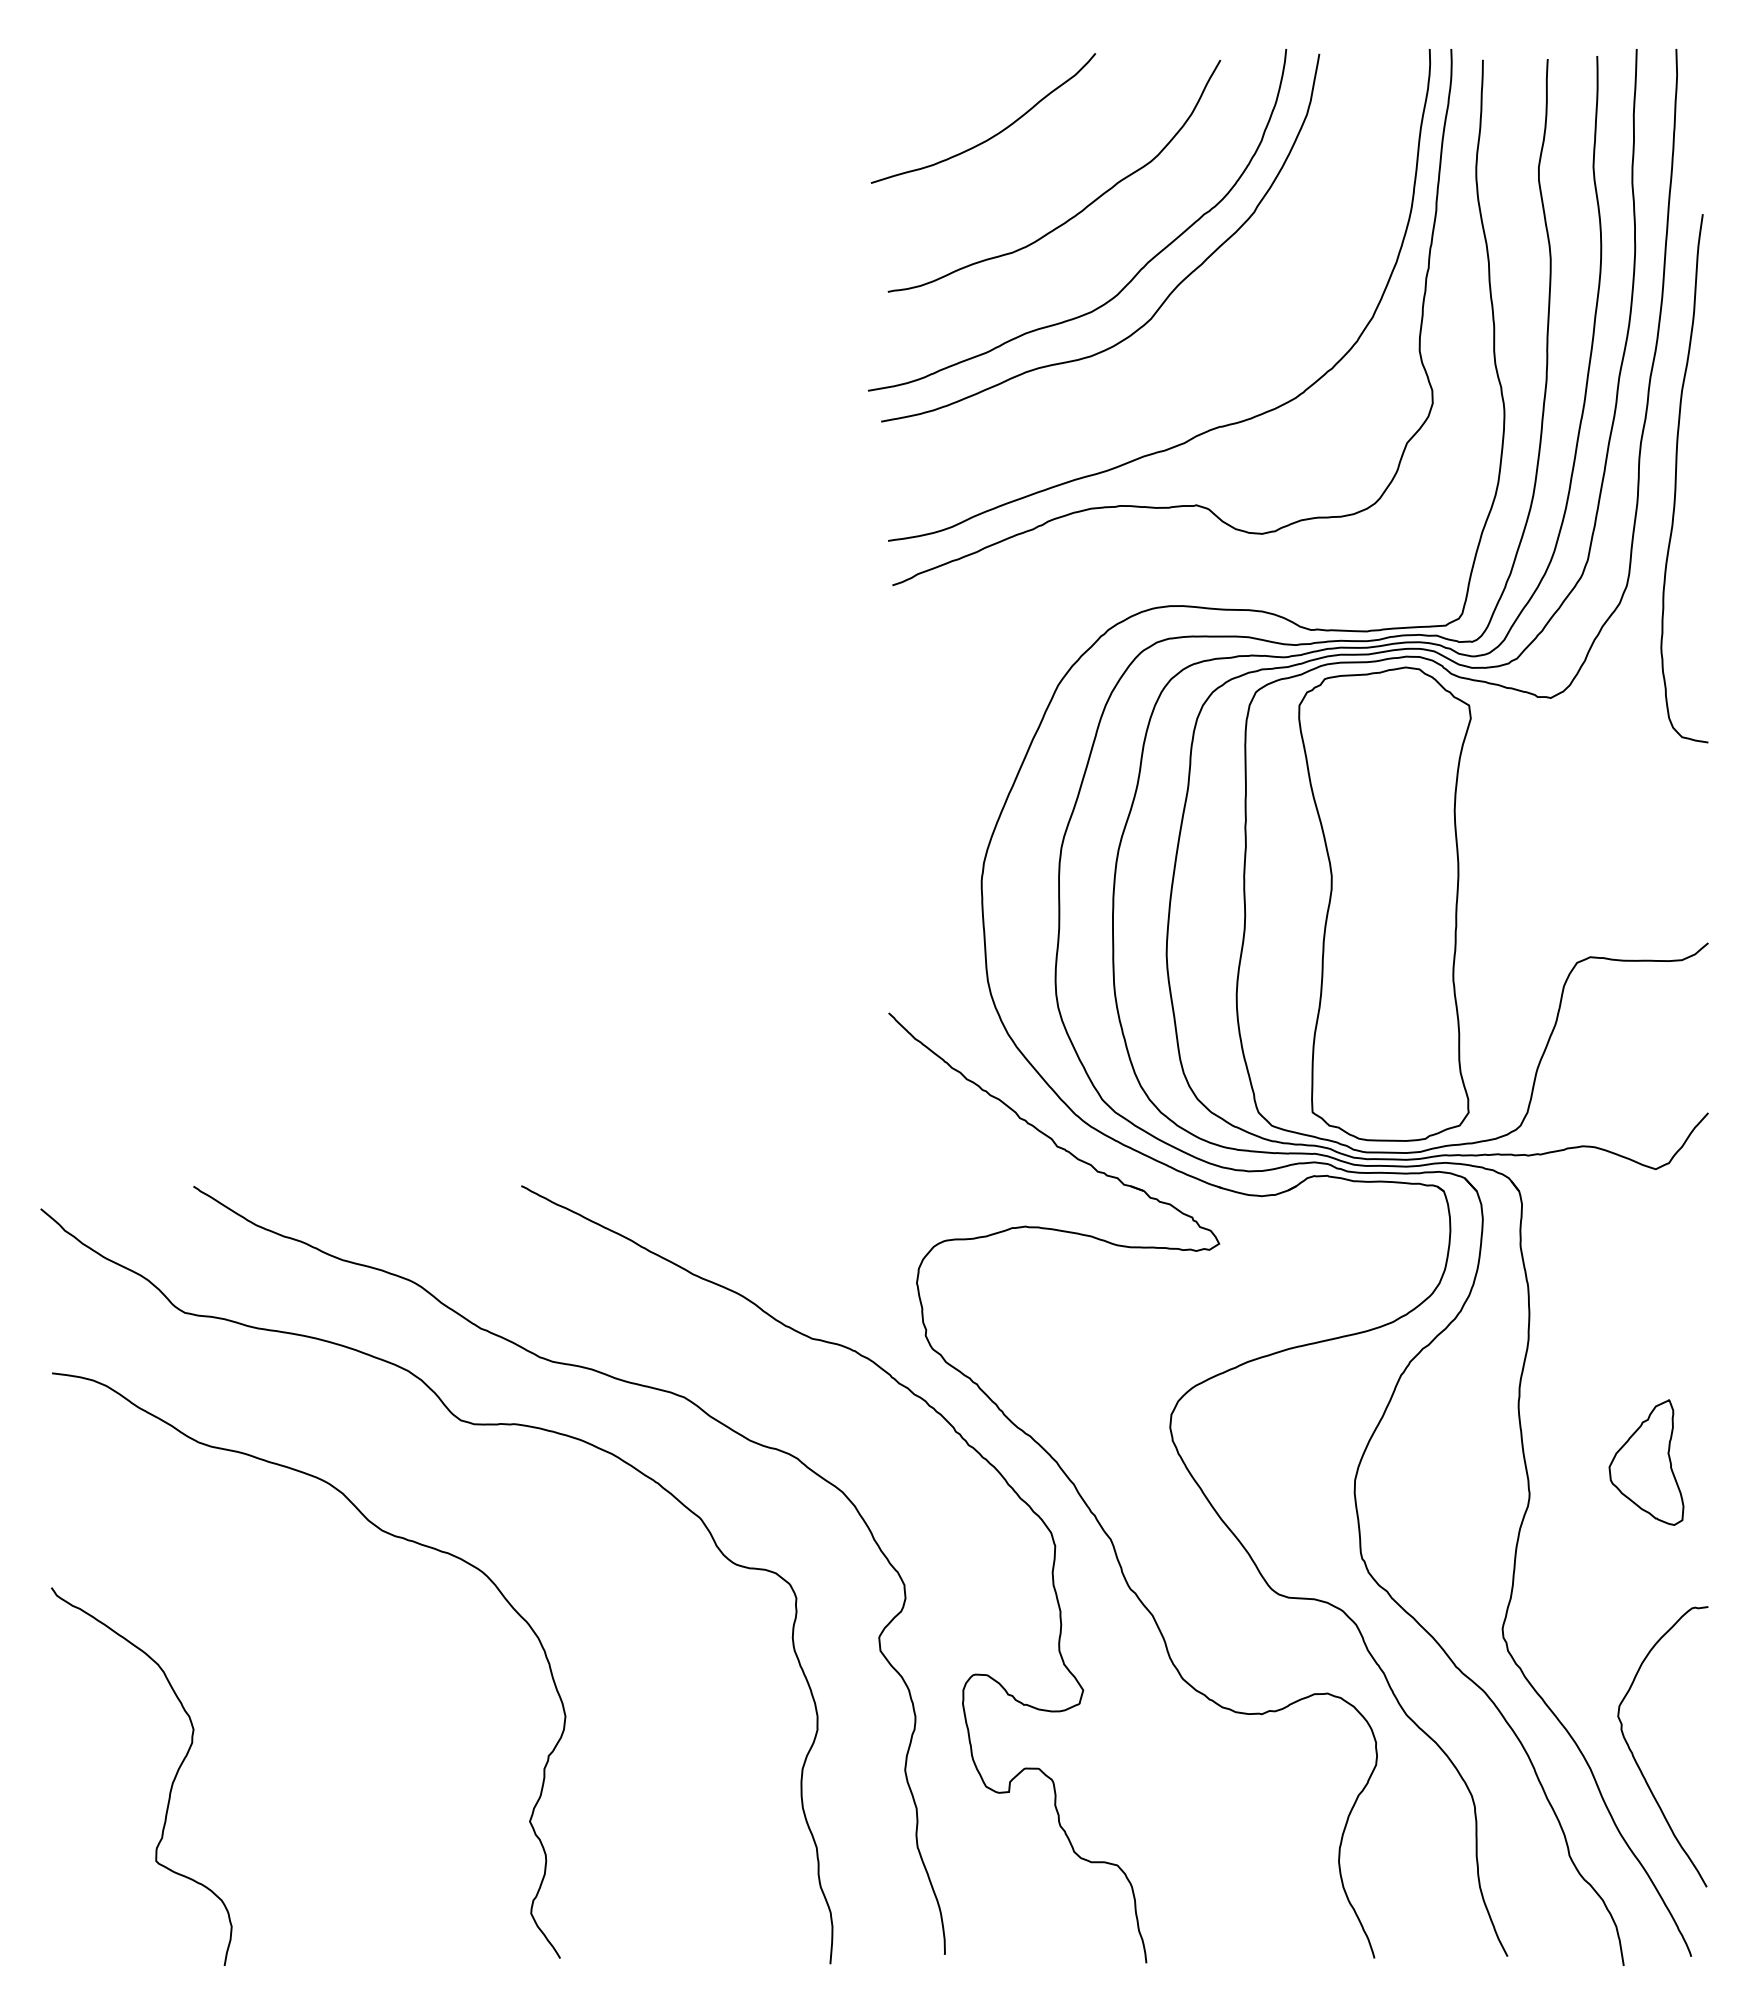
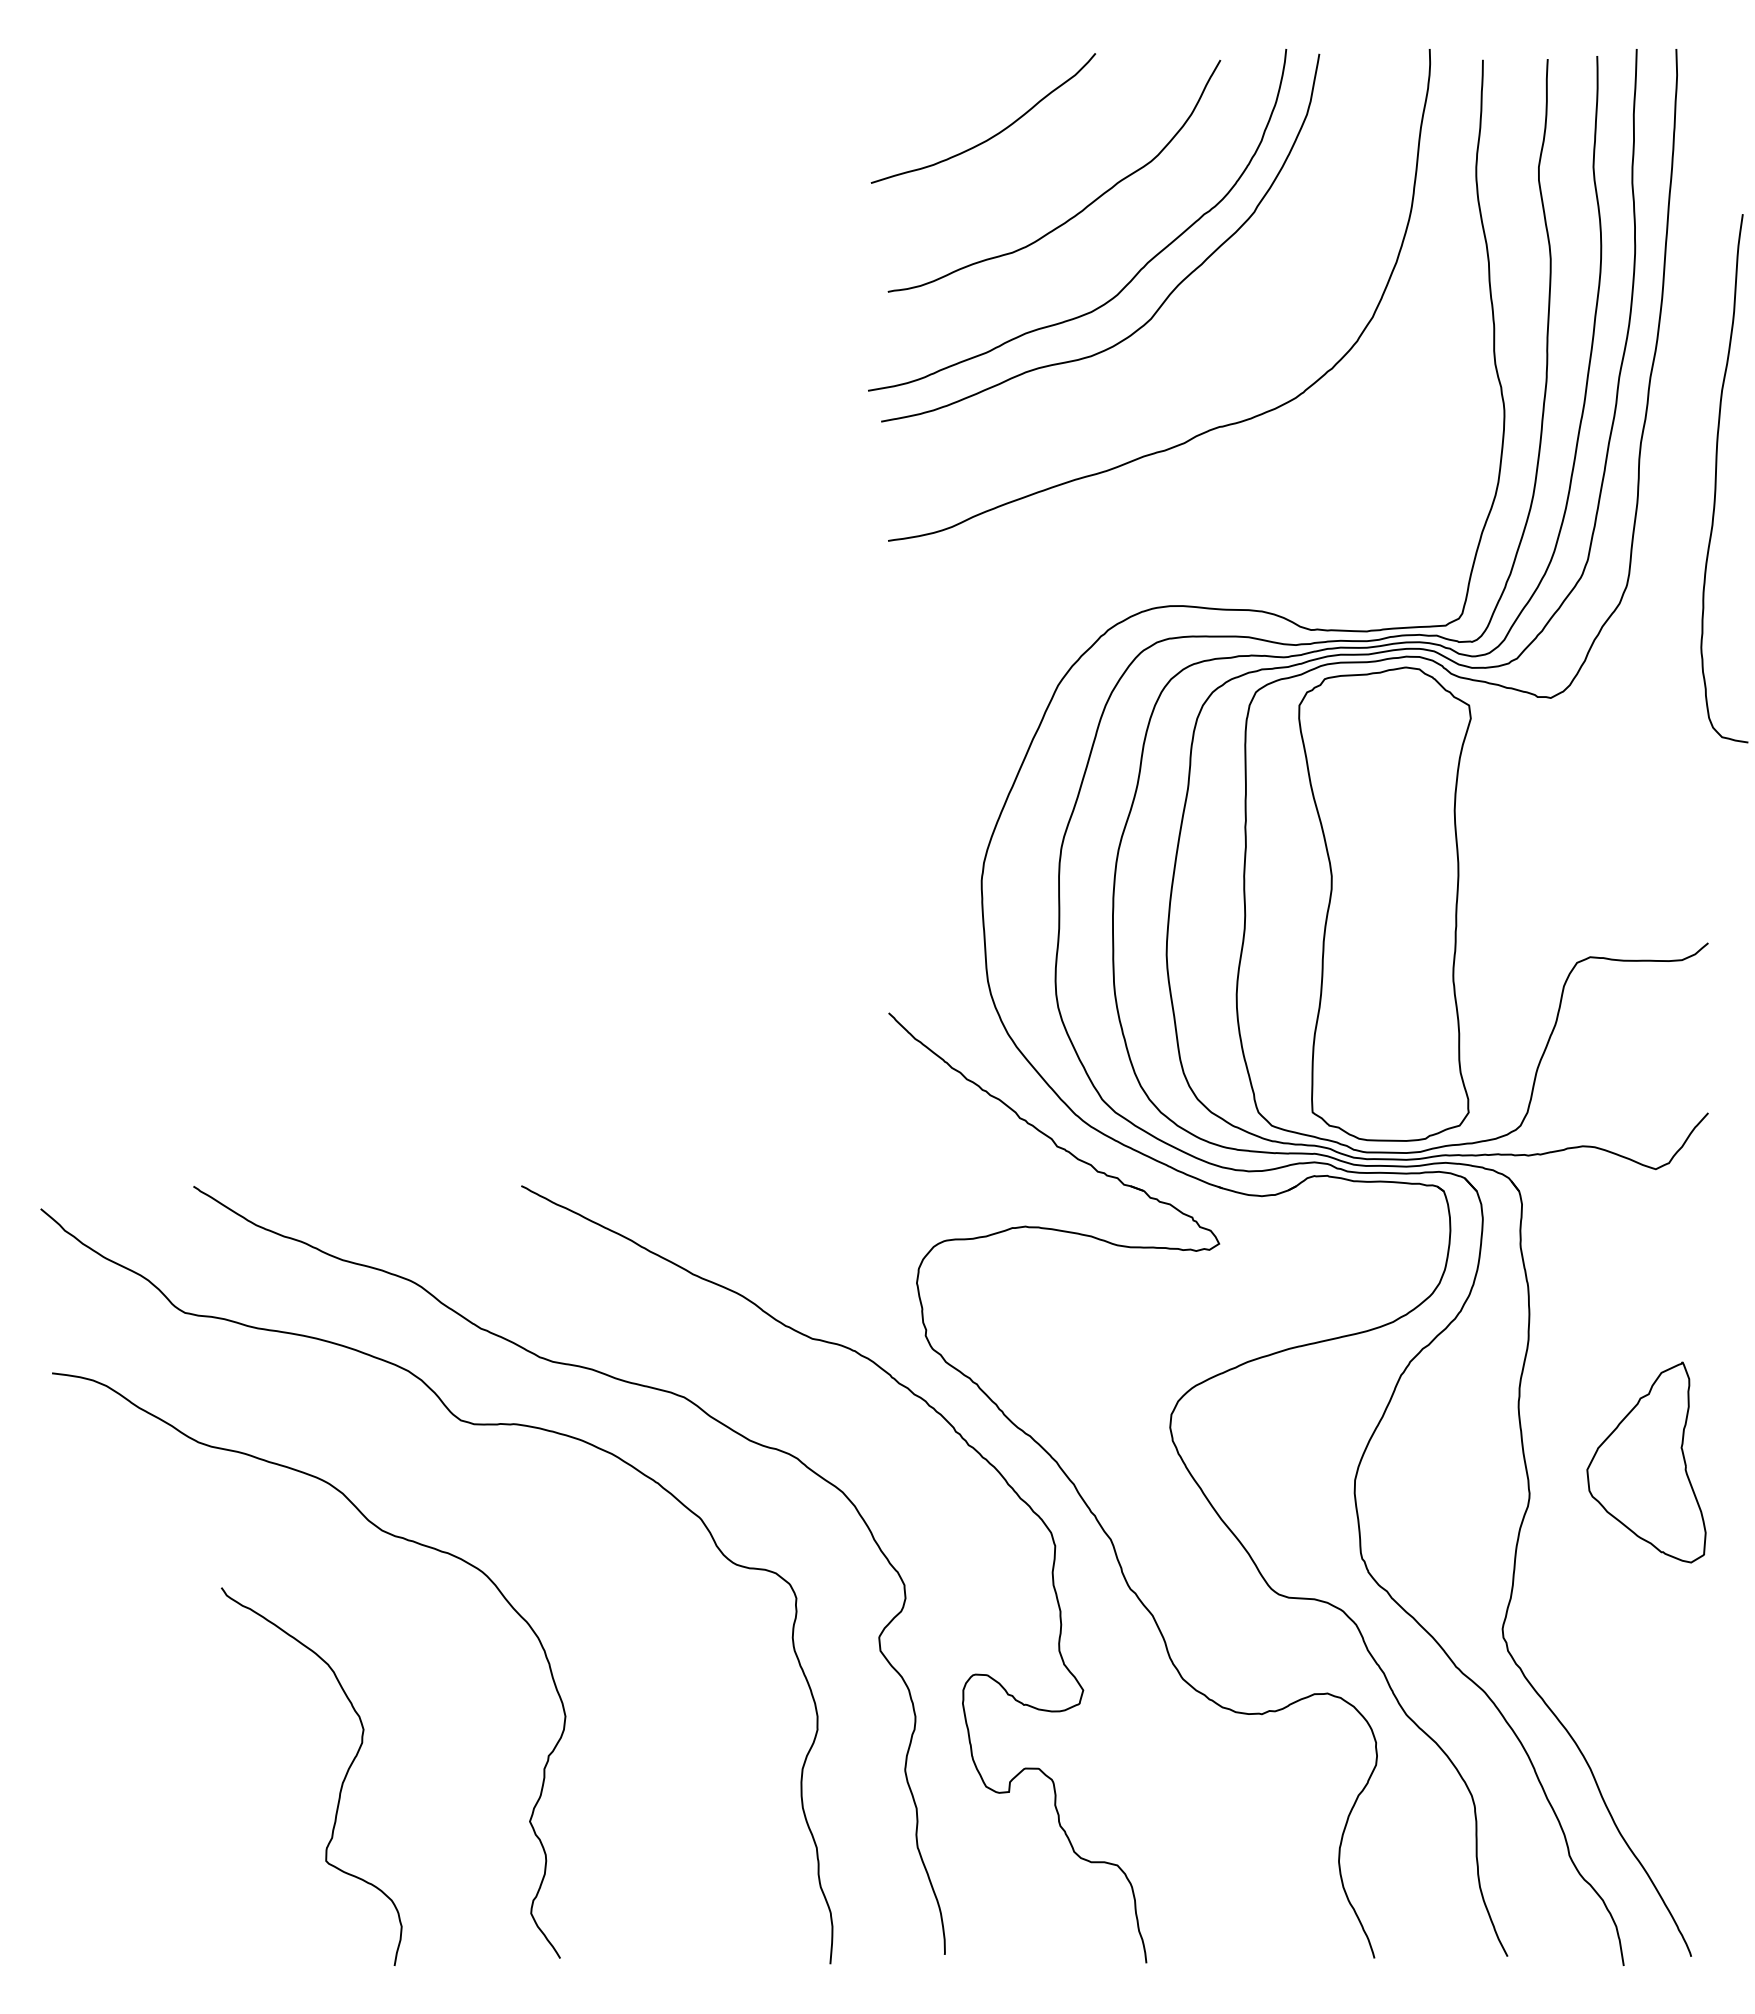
curve at (1676, 478) position: (1676, 478) -> (1716, 478)
curve at (1175, 505): present -> none
part at (1646, 1462) size: 77x127 px -> 121x203 px
curve at (1636, 1760): present -> none
curve at (171, 1783) position: (171, 1783) -> (341, 1783)
